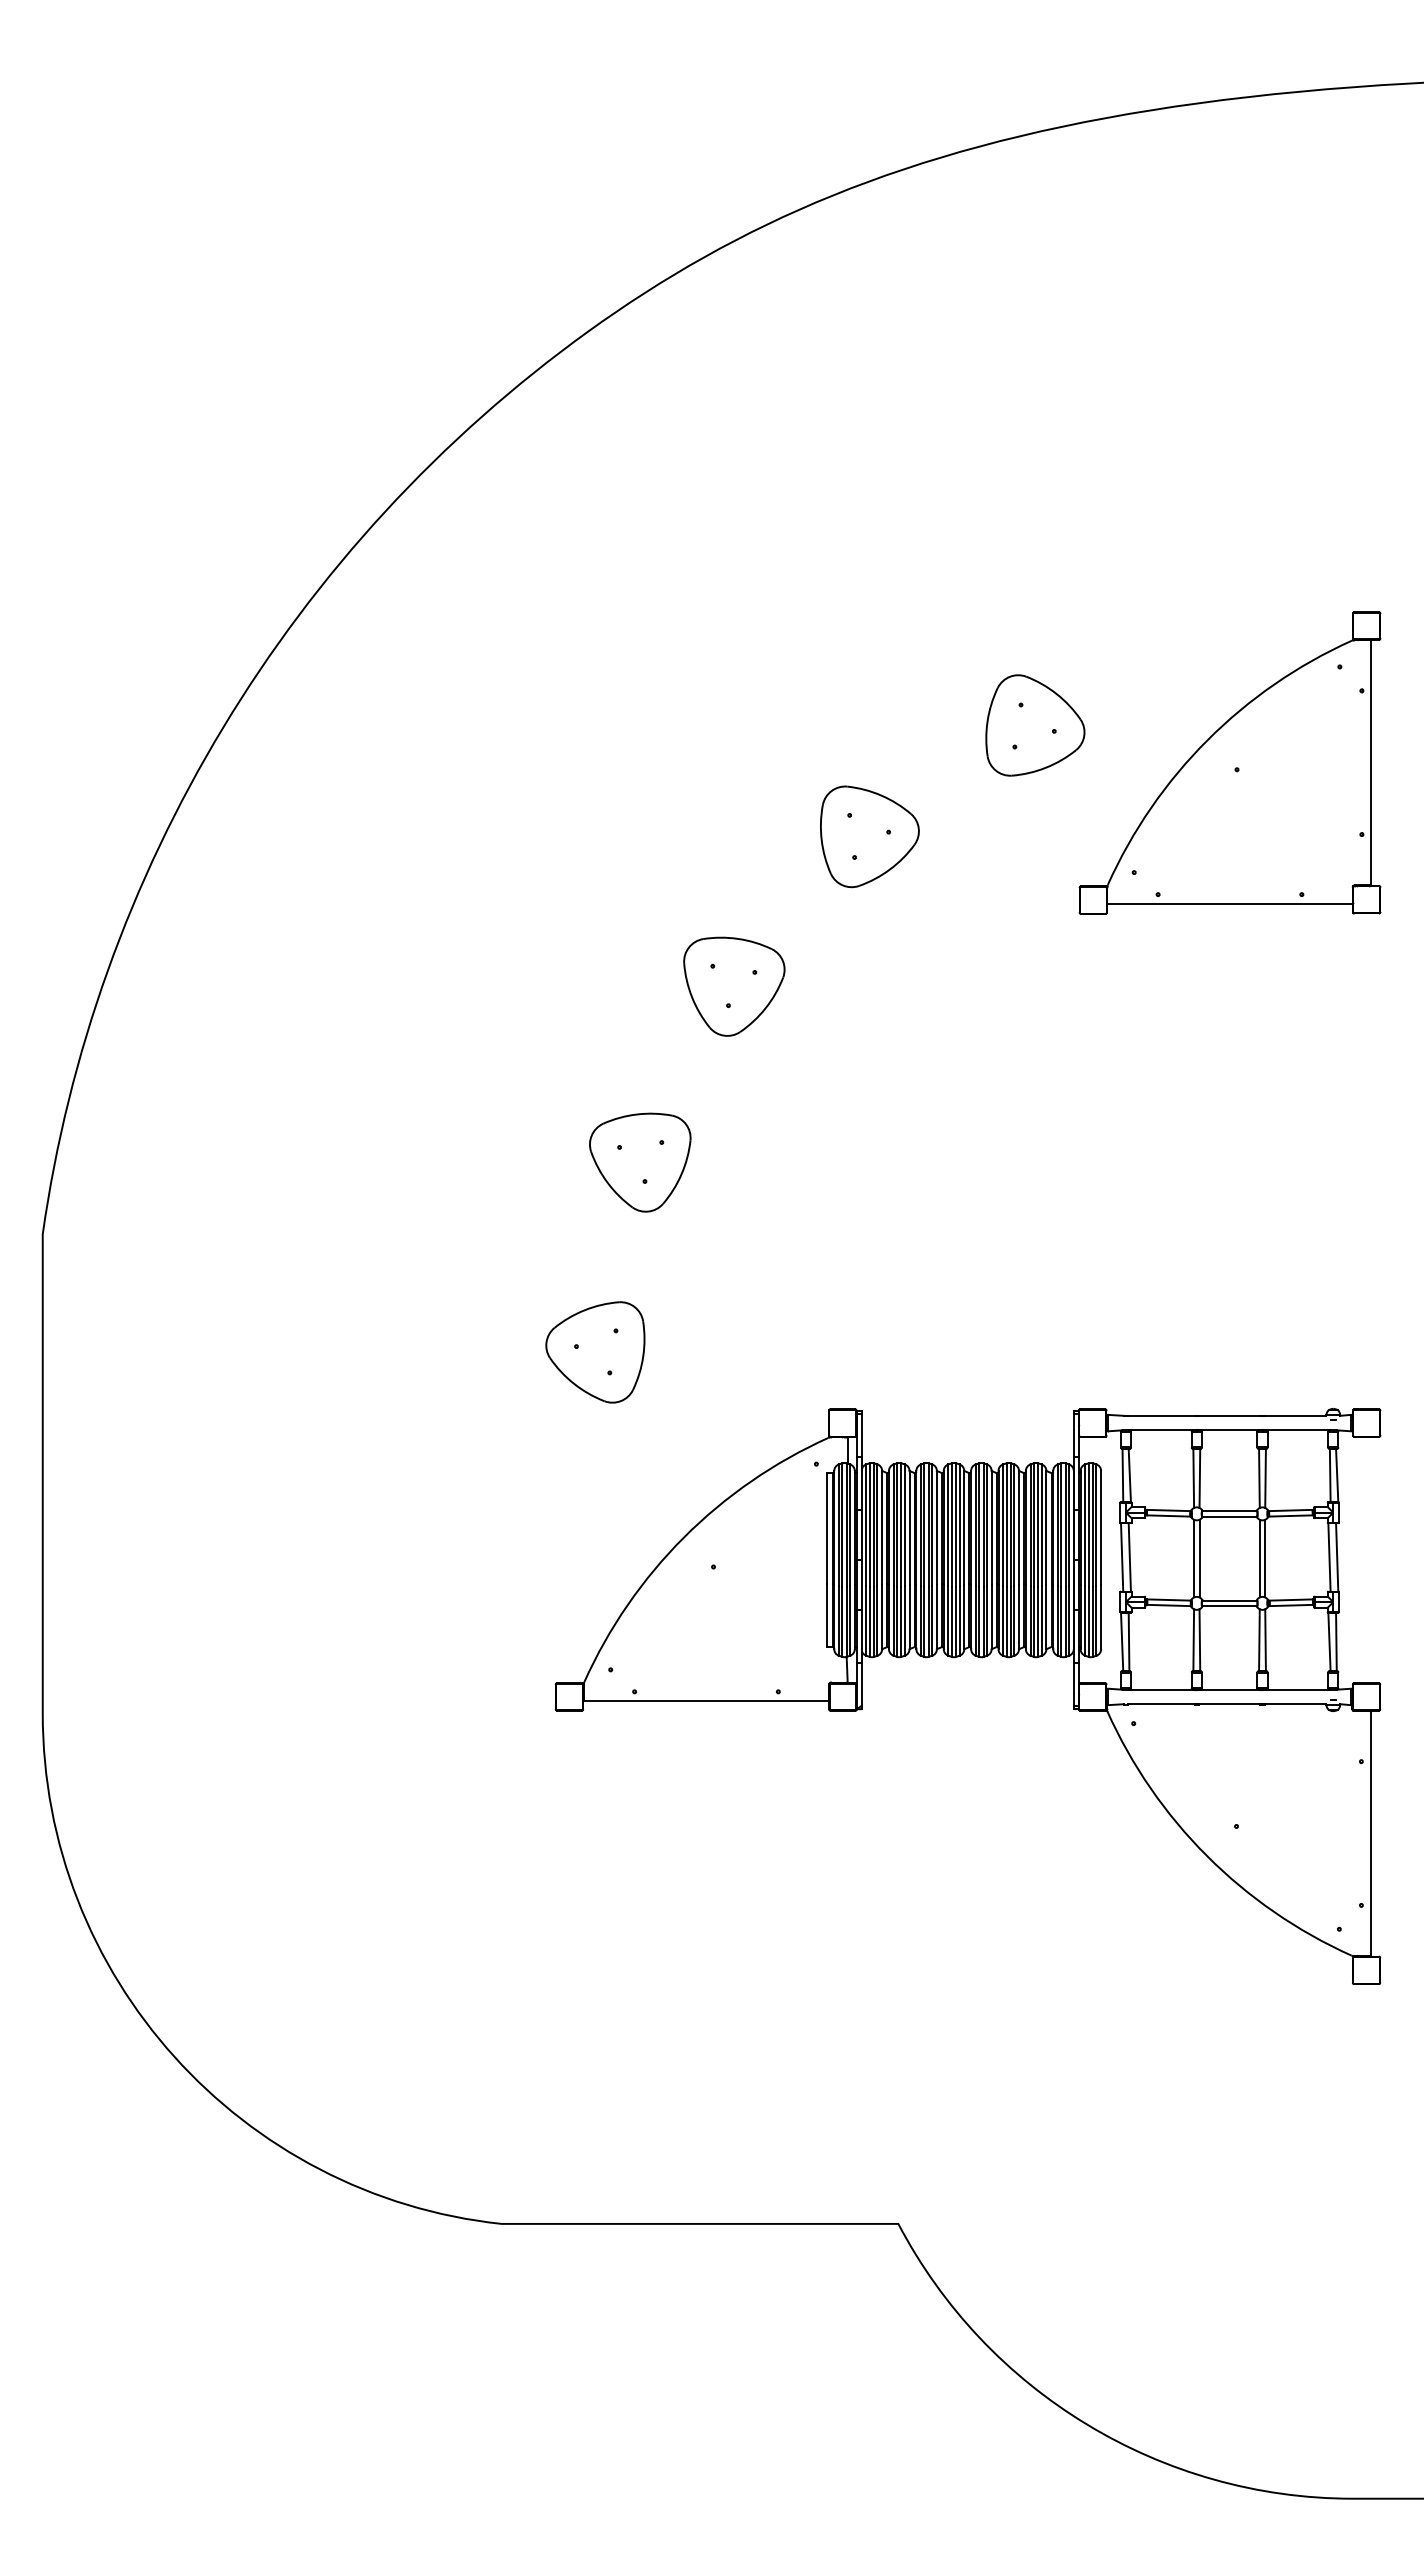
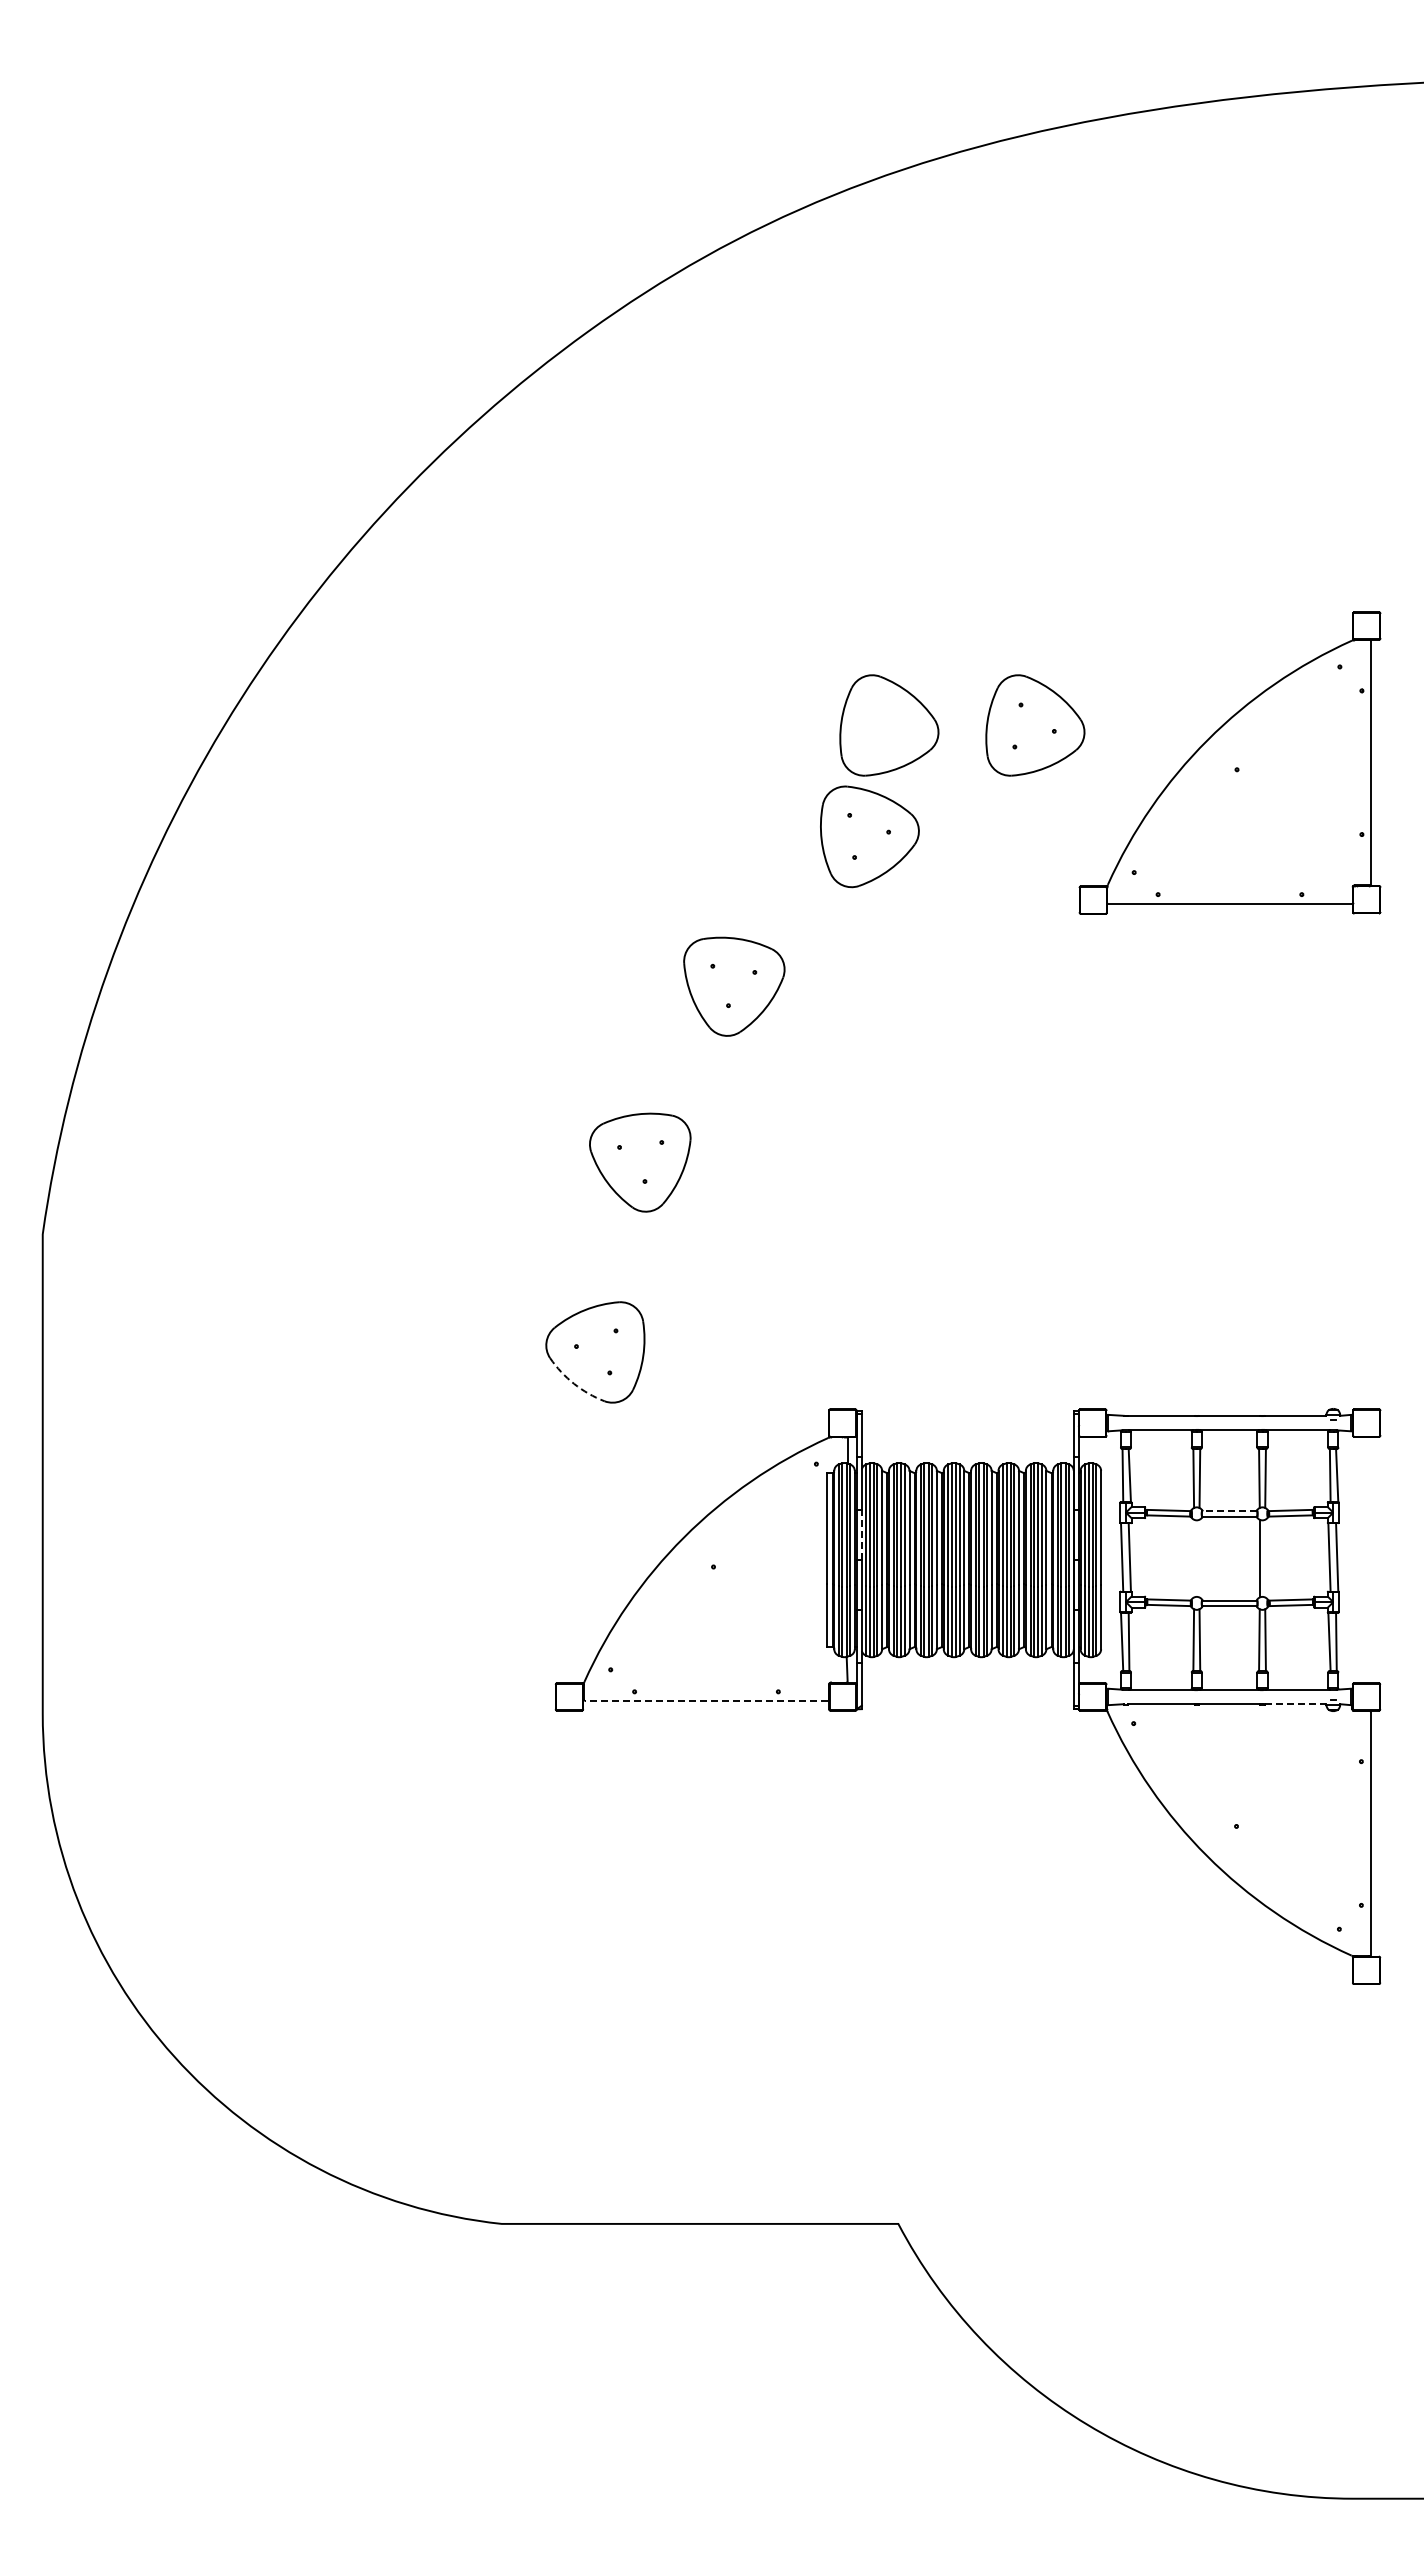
part at (889, 725): none -> present
arc at (574, 1383): solid -> dashed
line at (1229, 1511): solid -> dashed
line at (861, 1534): solid -> dashed
line at (1194, 1558): present -> none
line at (1199, 1558): present -> none
line at (1265, 1558): present -> none
line at (706, 1701): solid -> dashed
line at (1295, 1704): solid -> dashed
